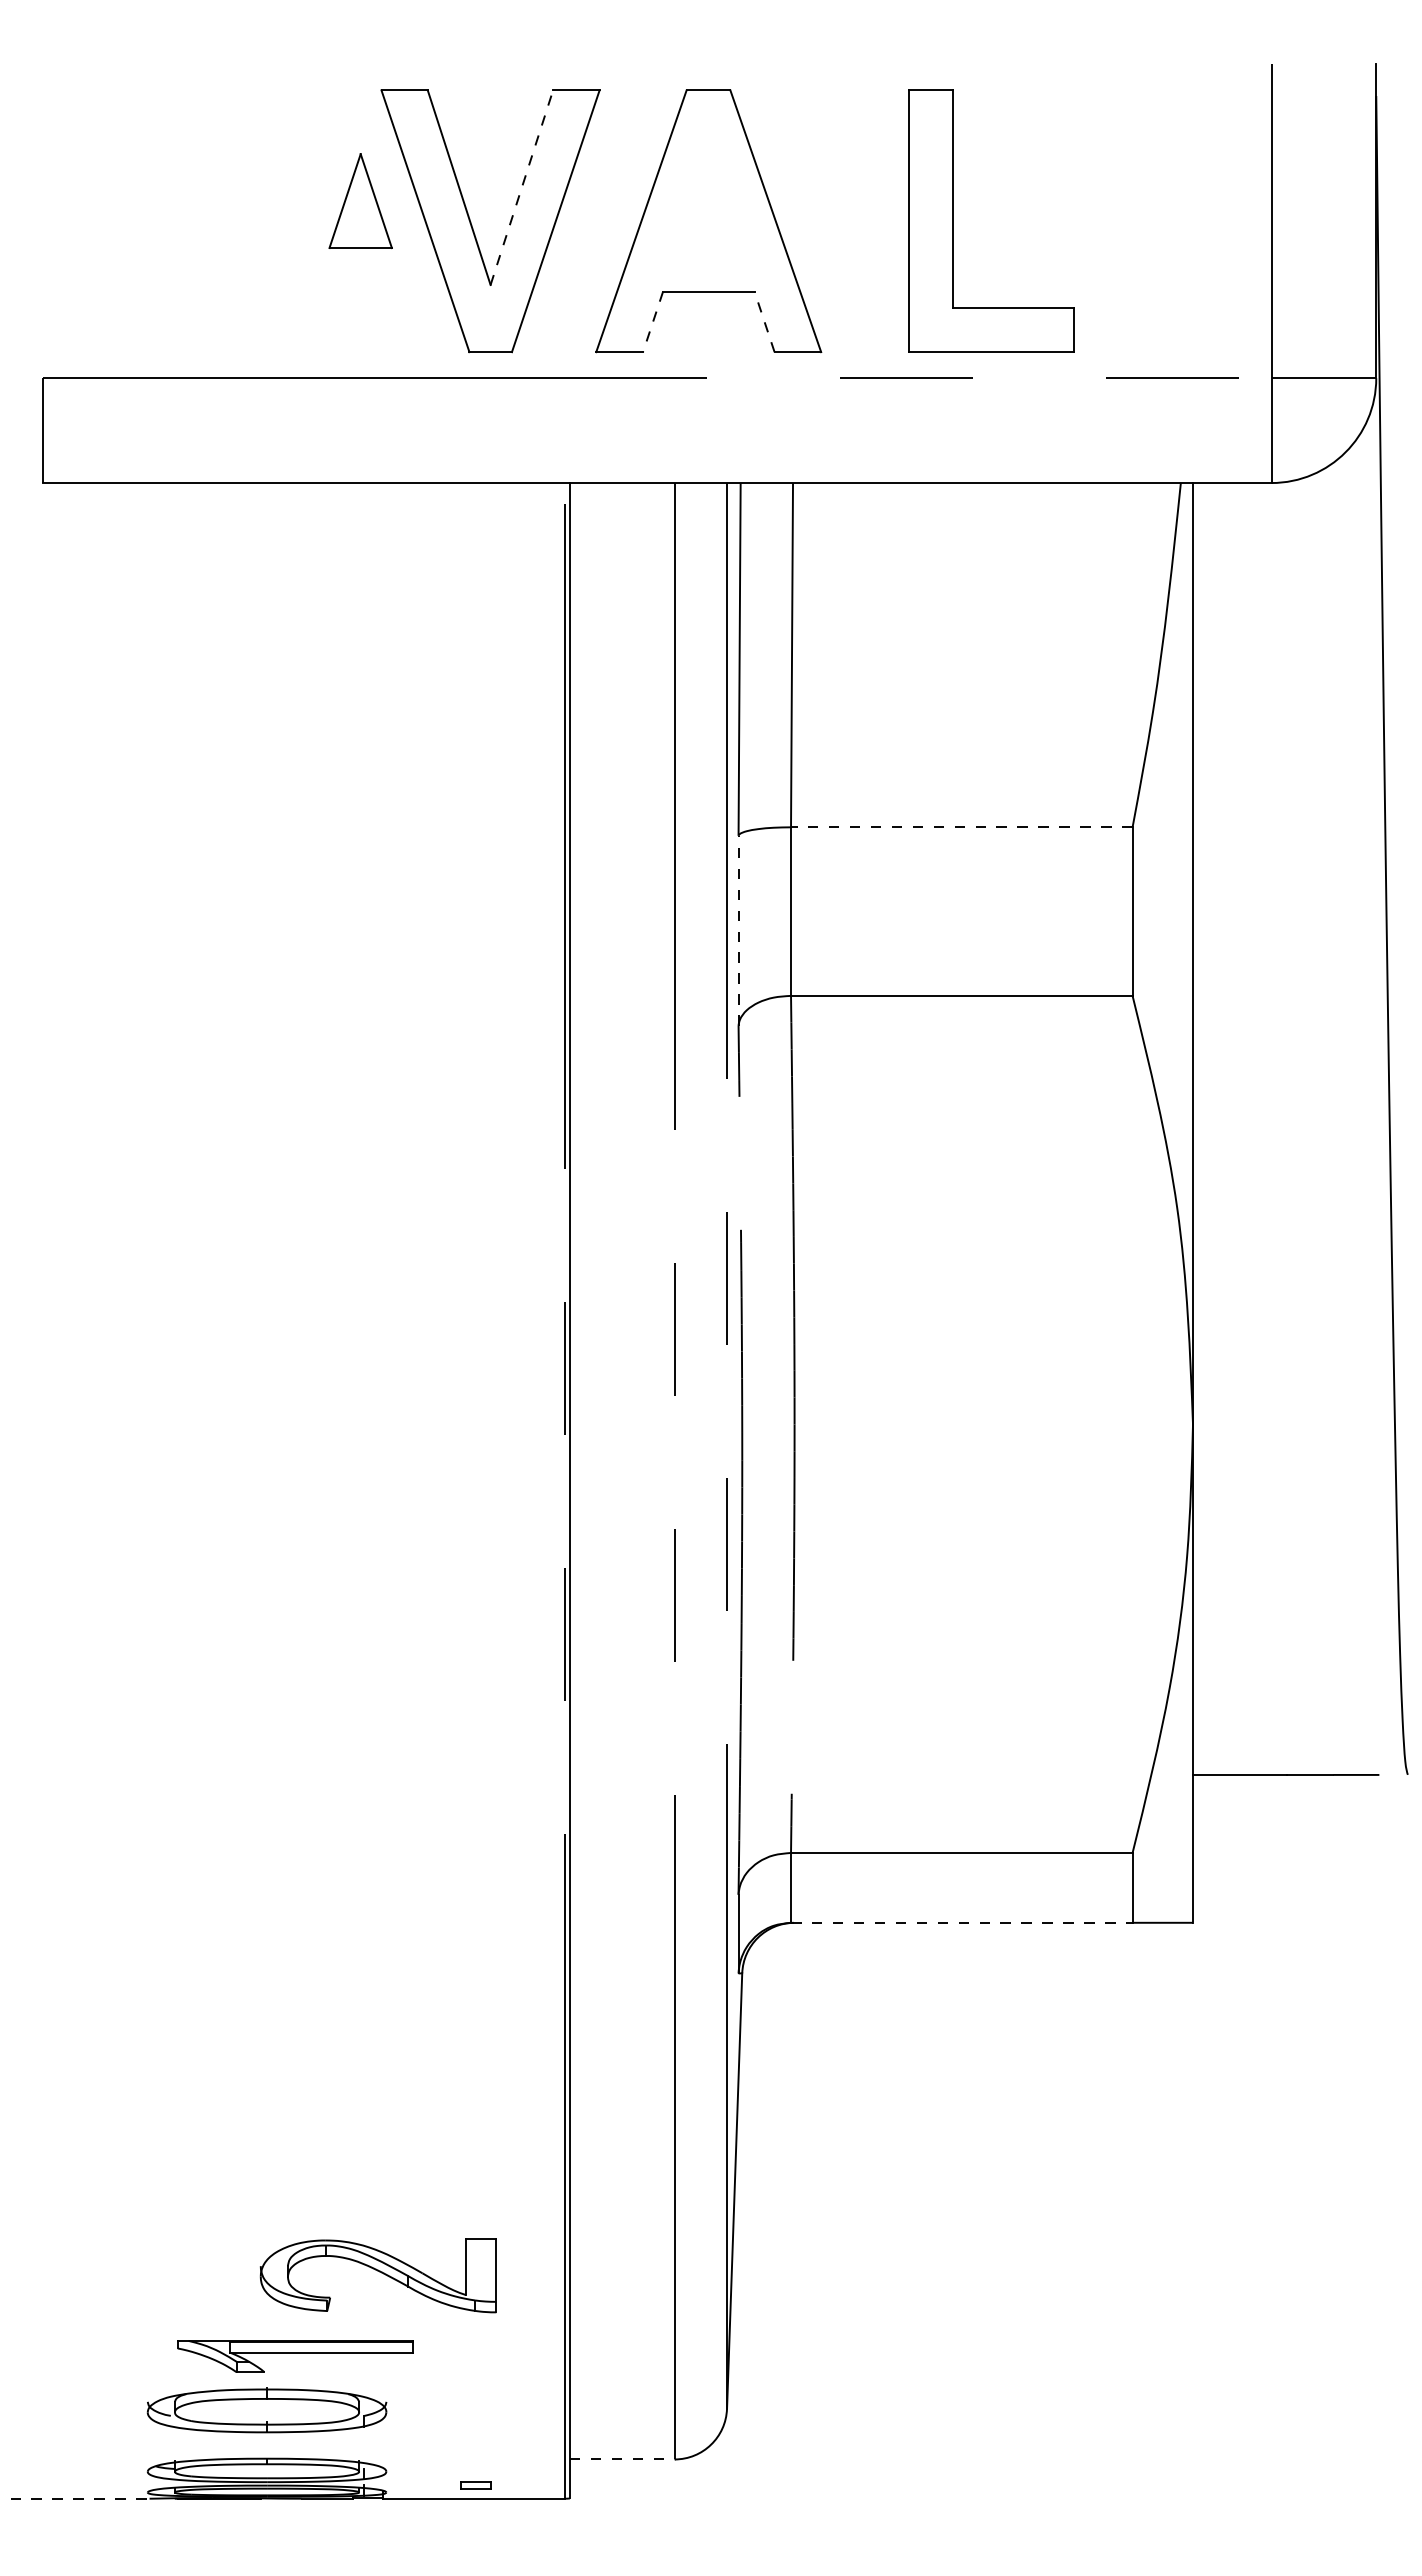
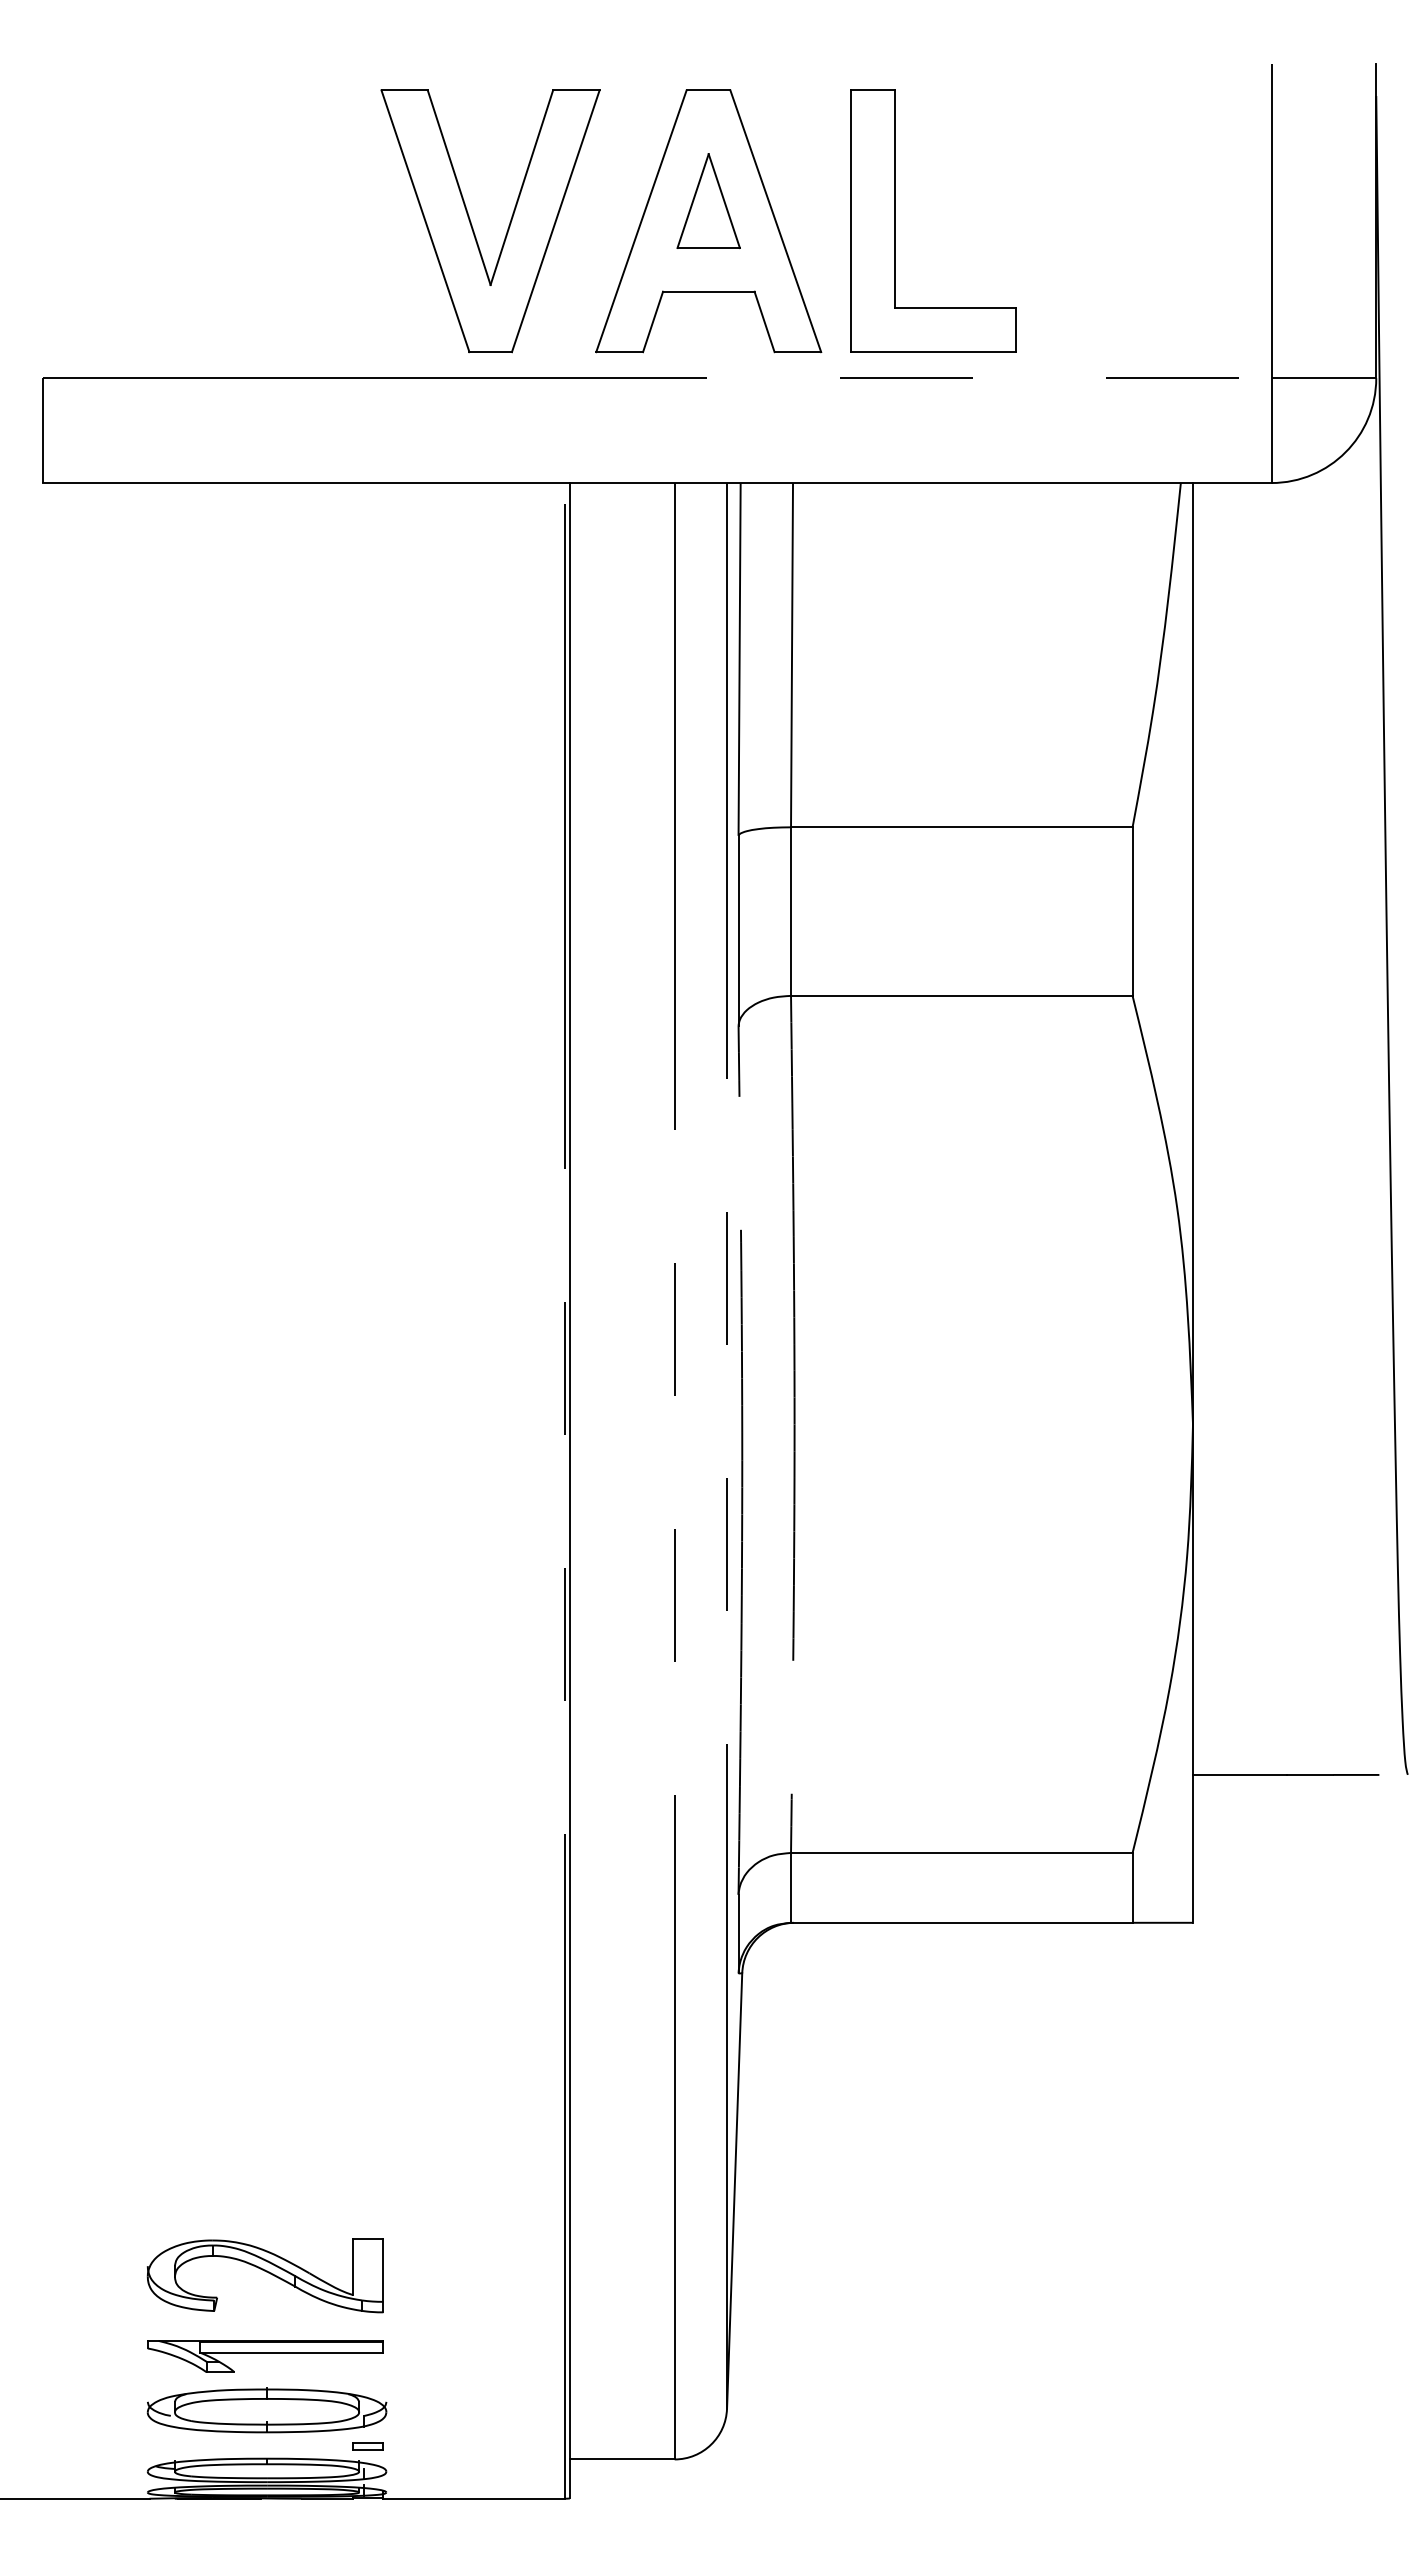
line at (522, 187): dashed -> solid
part at (360, 200) position: (360, 200) -> (708, 200)
part at (953, 220) position: (953, 220) -> (895, 220)
line at (653, 321): dashed -> solid
line at (764, 321): dashed -> solid
line at (961, 827): dashed -> solid
line at (738, 930): dashed -> solid
line at (961, 1922): dashed -> solid
part at (377, 2275) position: (377, 2275) -> (264, 2275)
part at (295, 2356) position: (295, 2356) -> (265, 2356)
line at (622, 2459): dashed -> solid
part at (475, 2485) position: (475, 2485) -> (367, 2446)
line at (75, 2498): dashed -> solid
